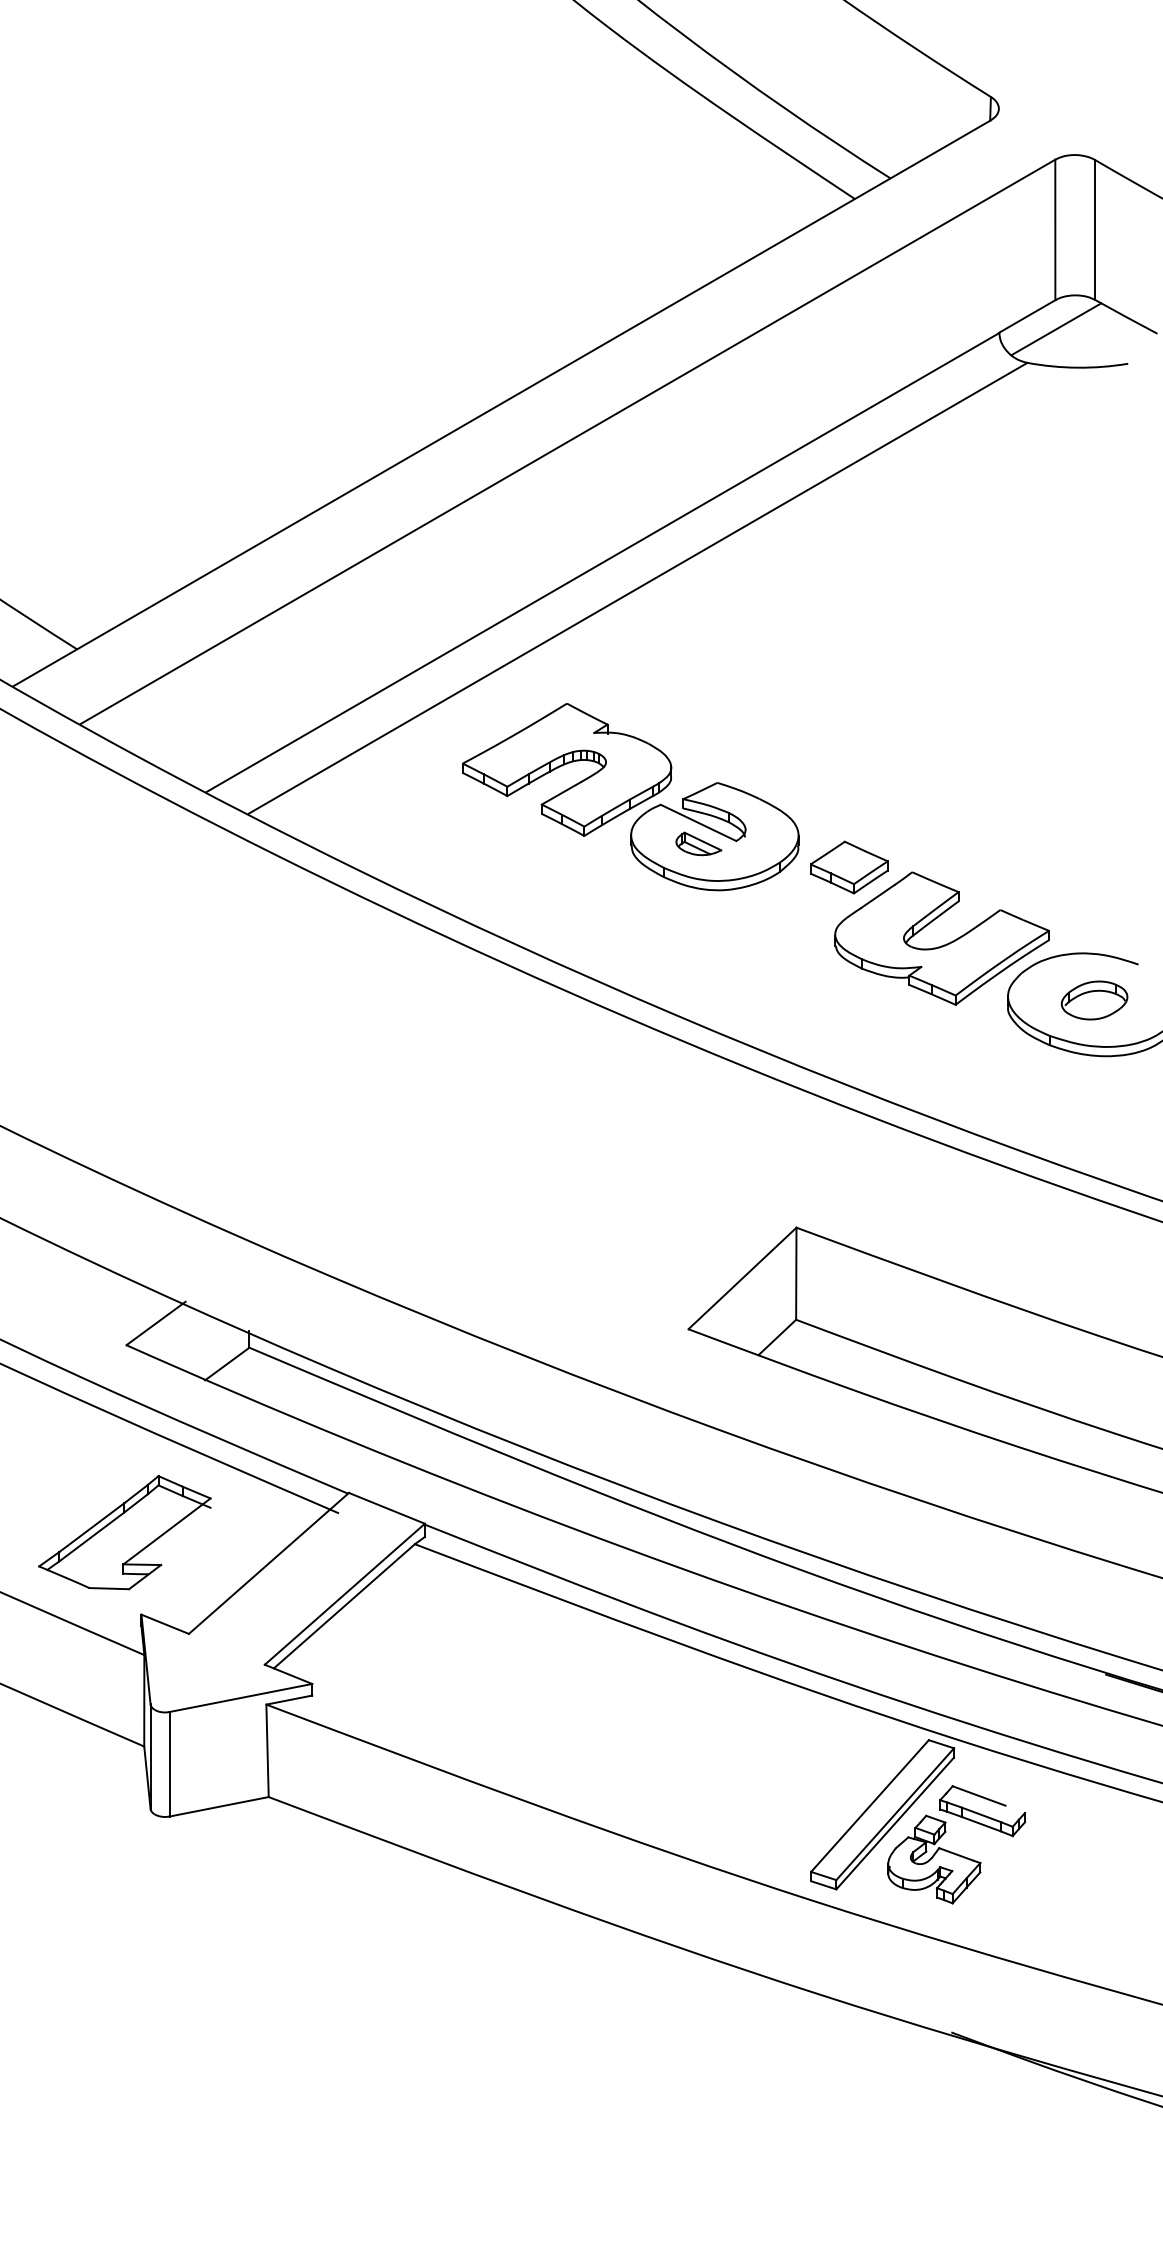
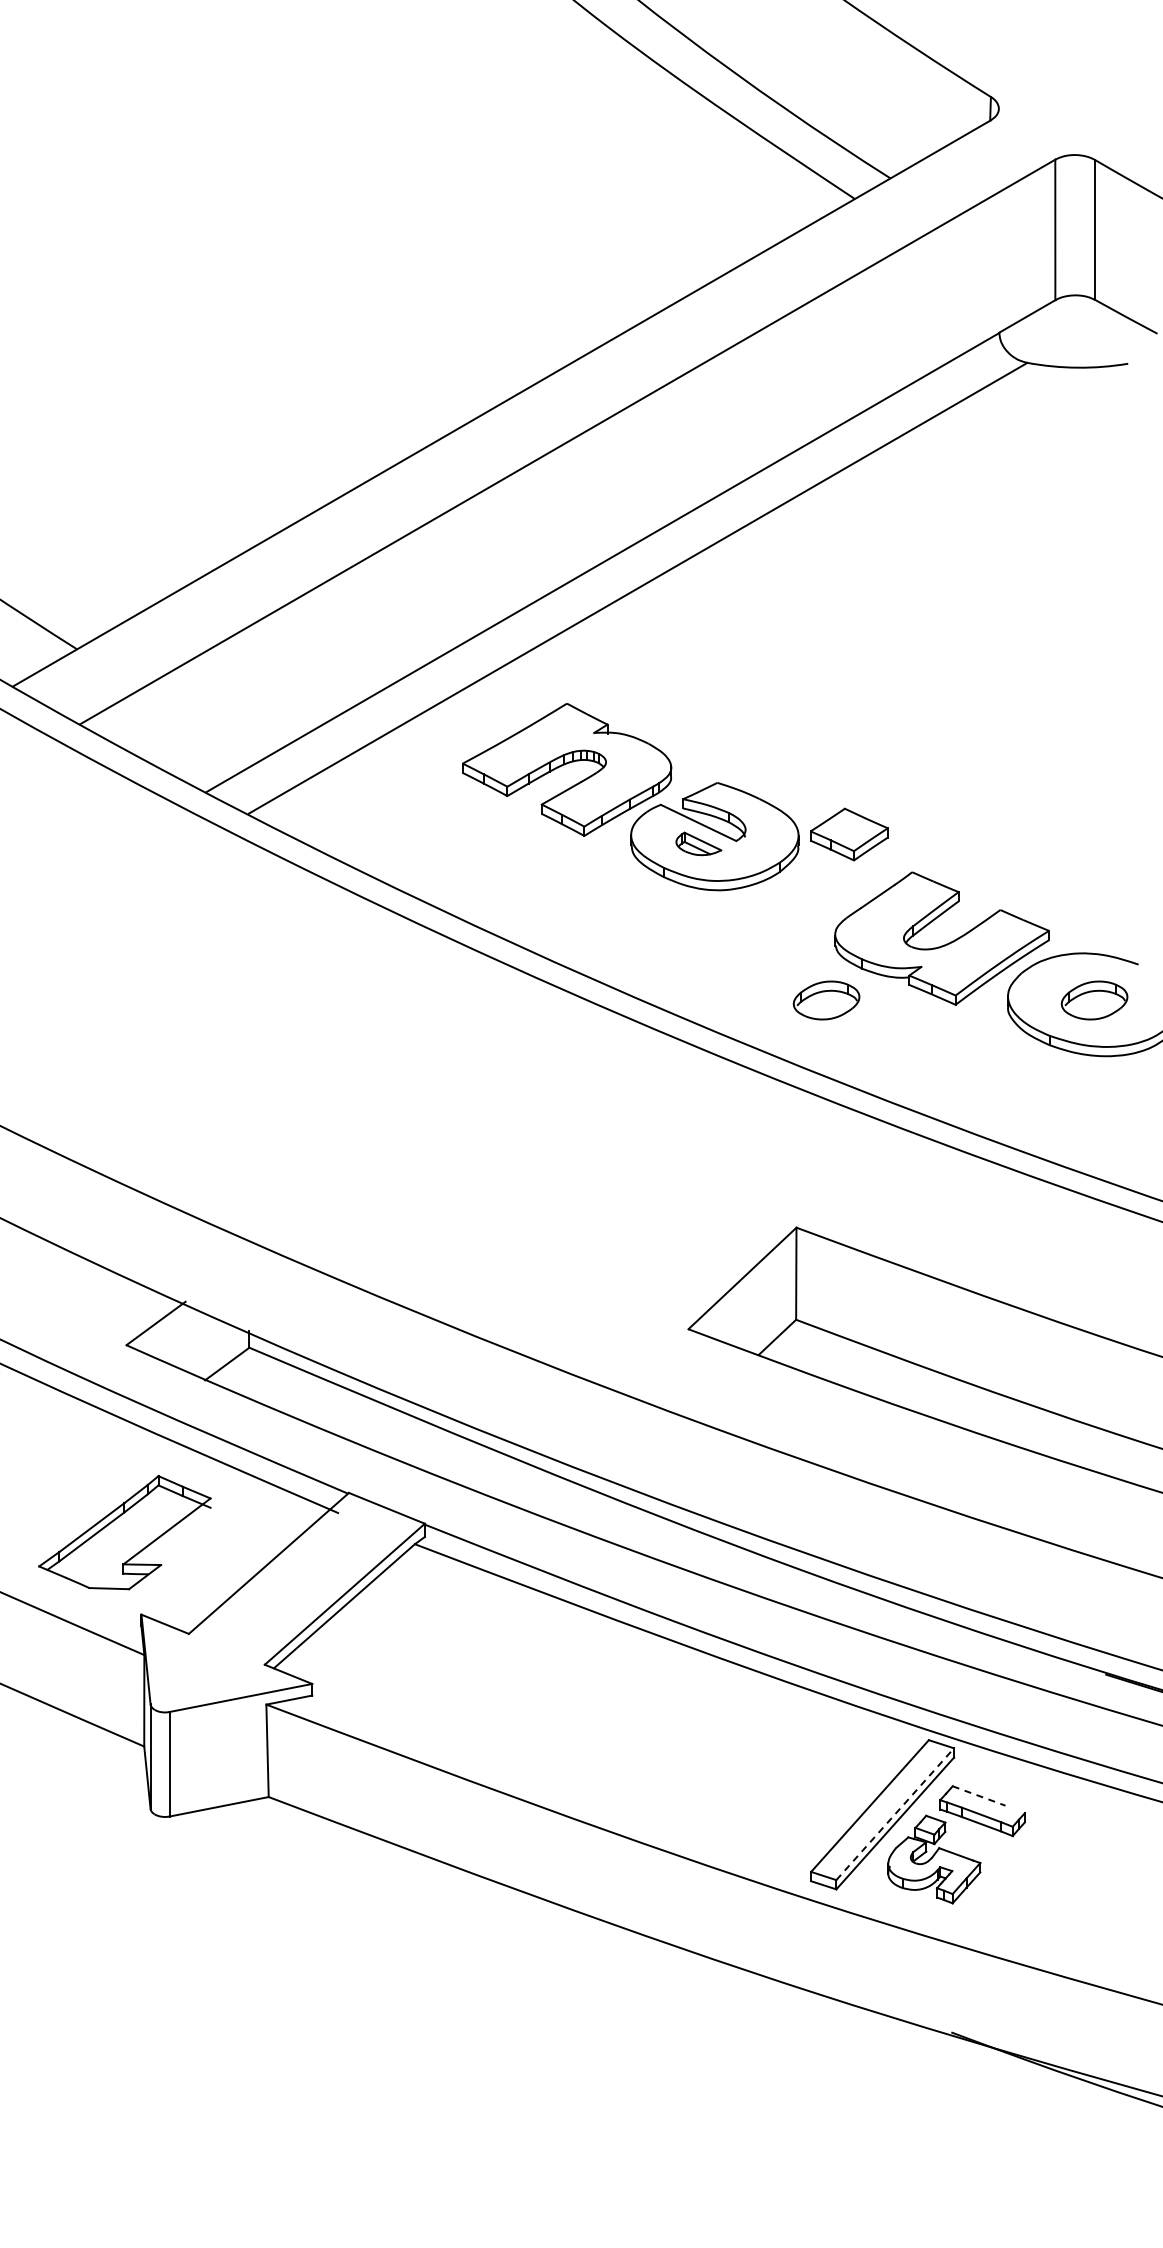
line at (1056, 329): present -> none
part at (849, 867) position: (849, 867) -> (849, 834)
part at (826, 1000): none -> present
line at (979, 1796): solid -> dashed
line at (895, 1813): solid -> dashed
